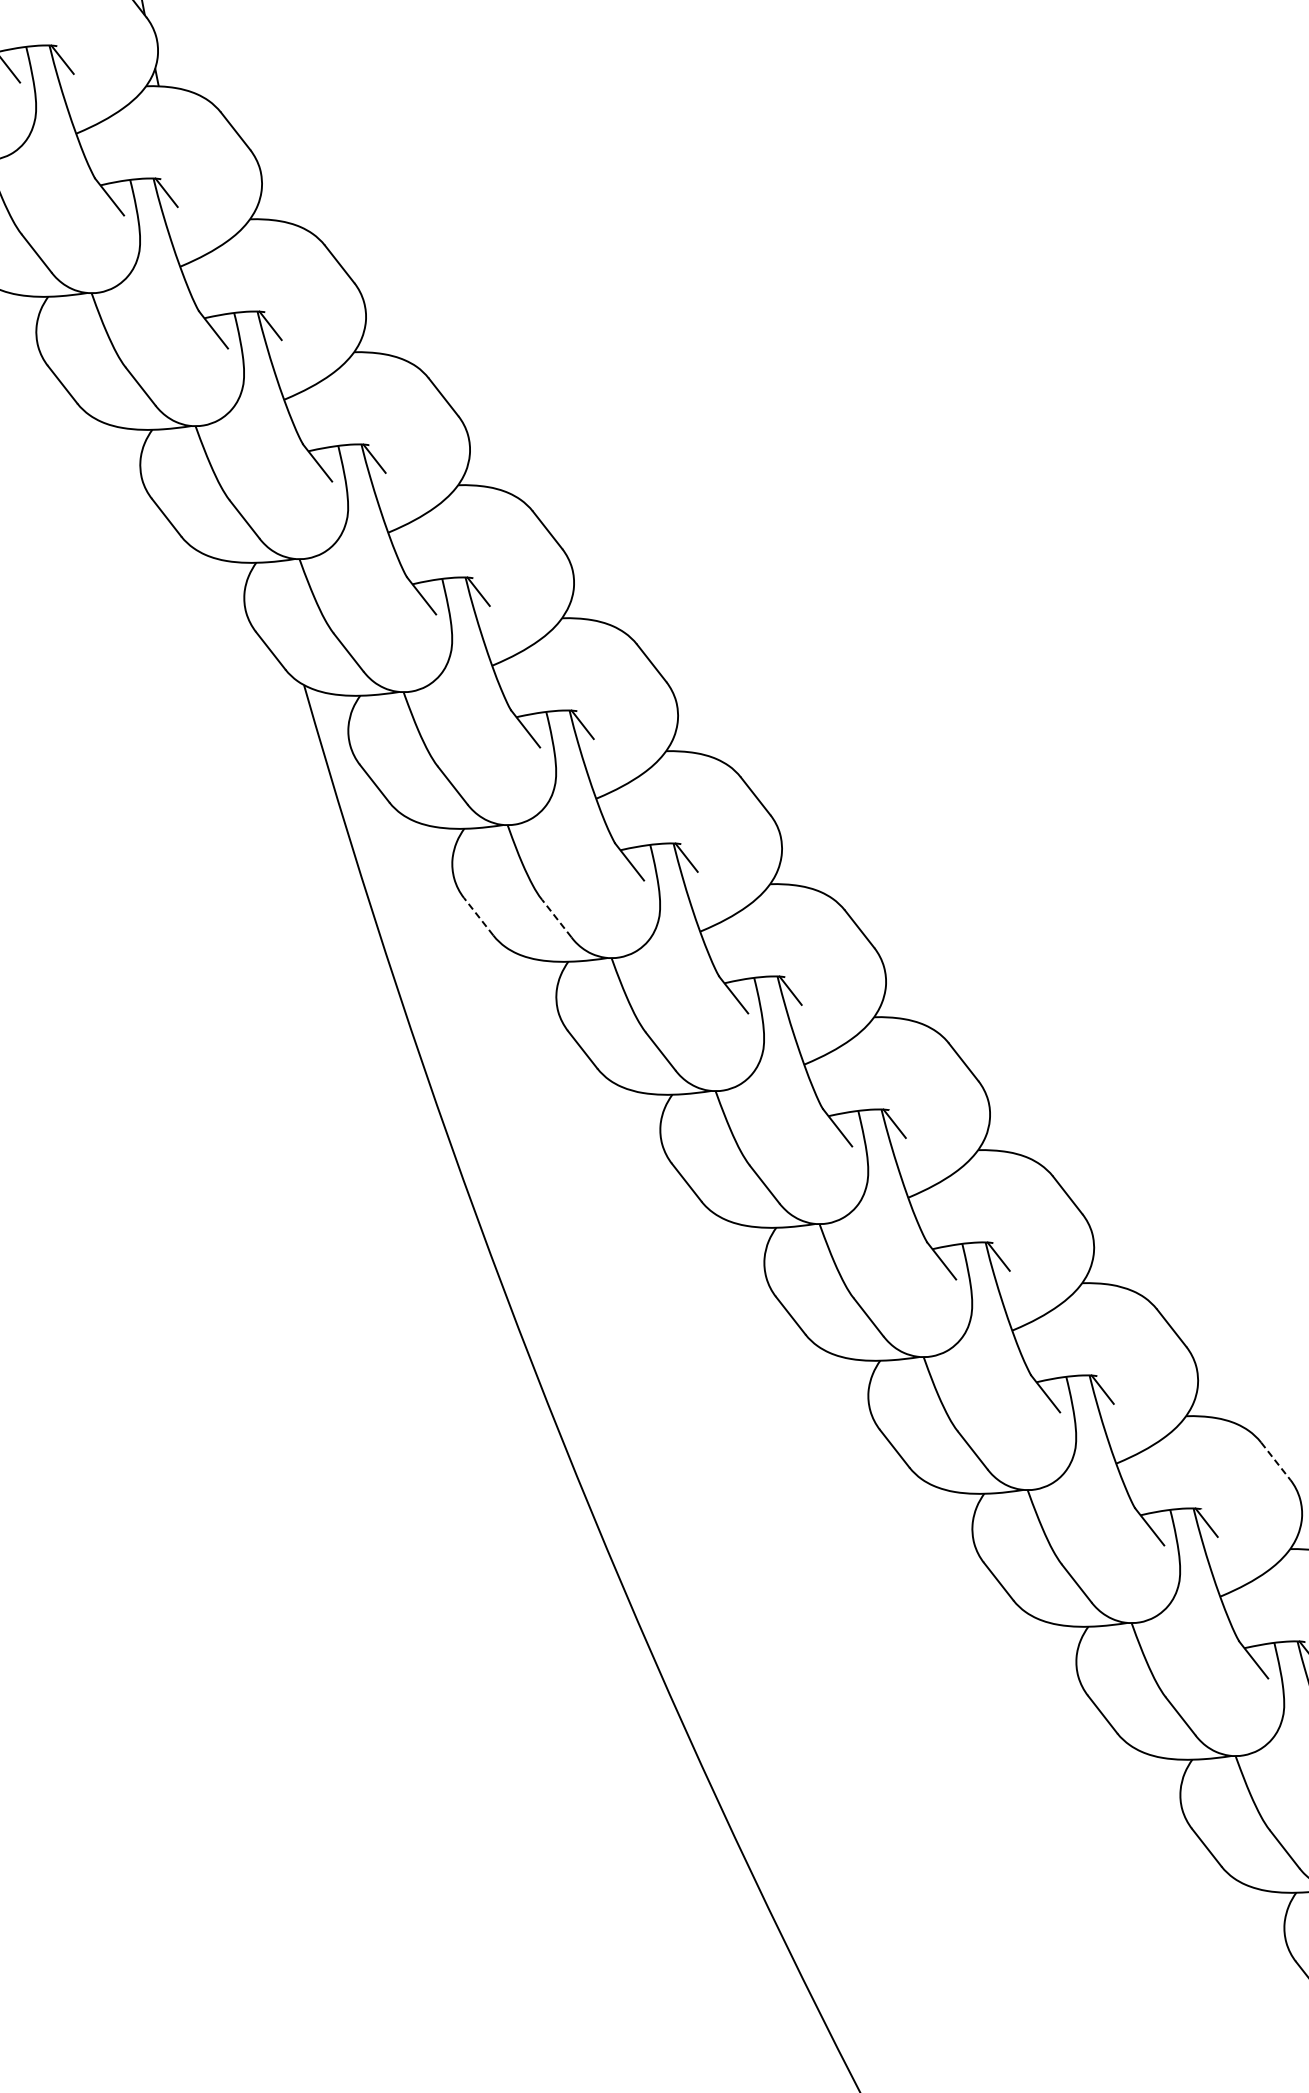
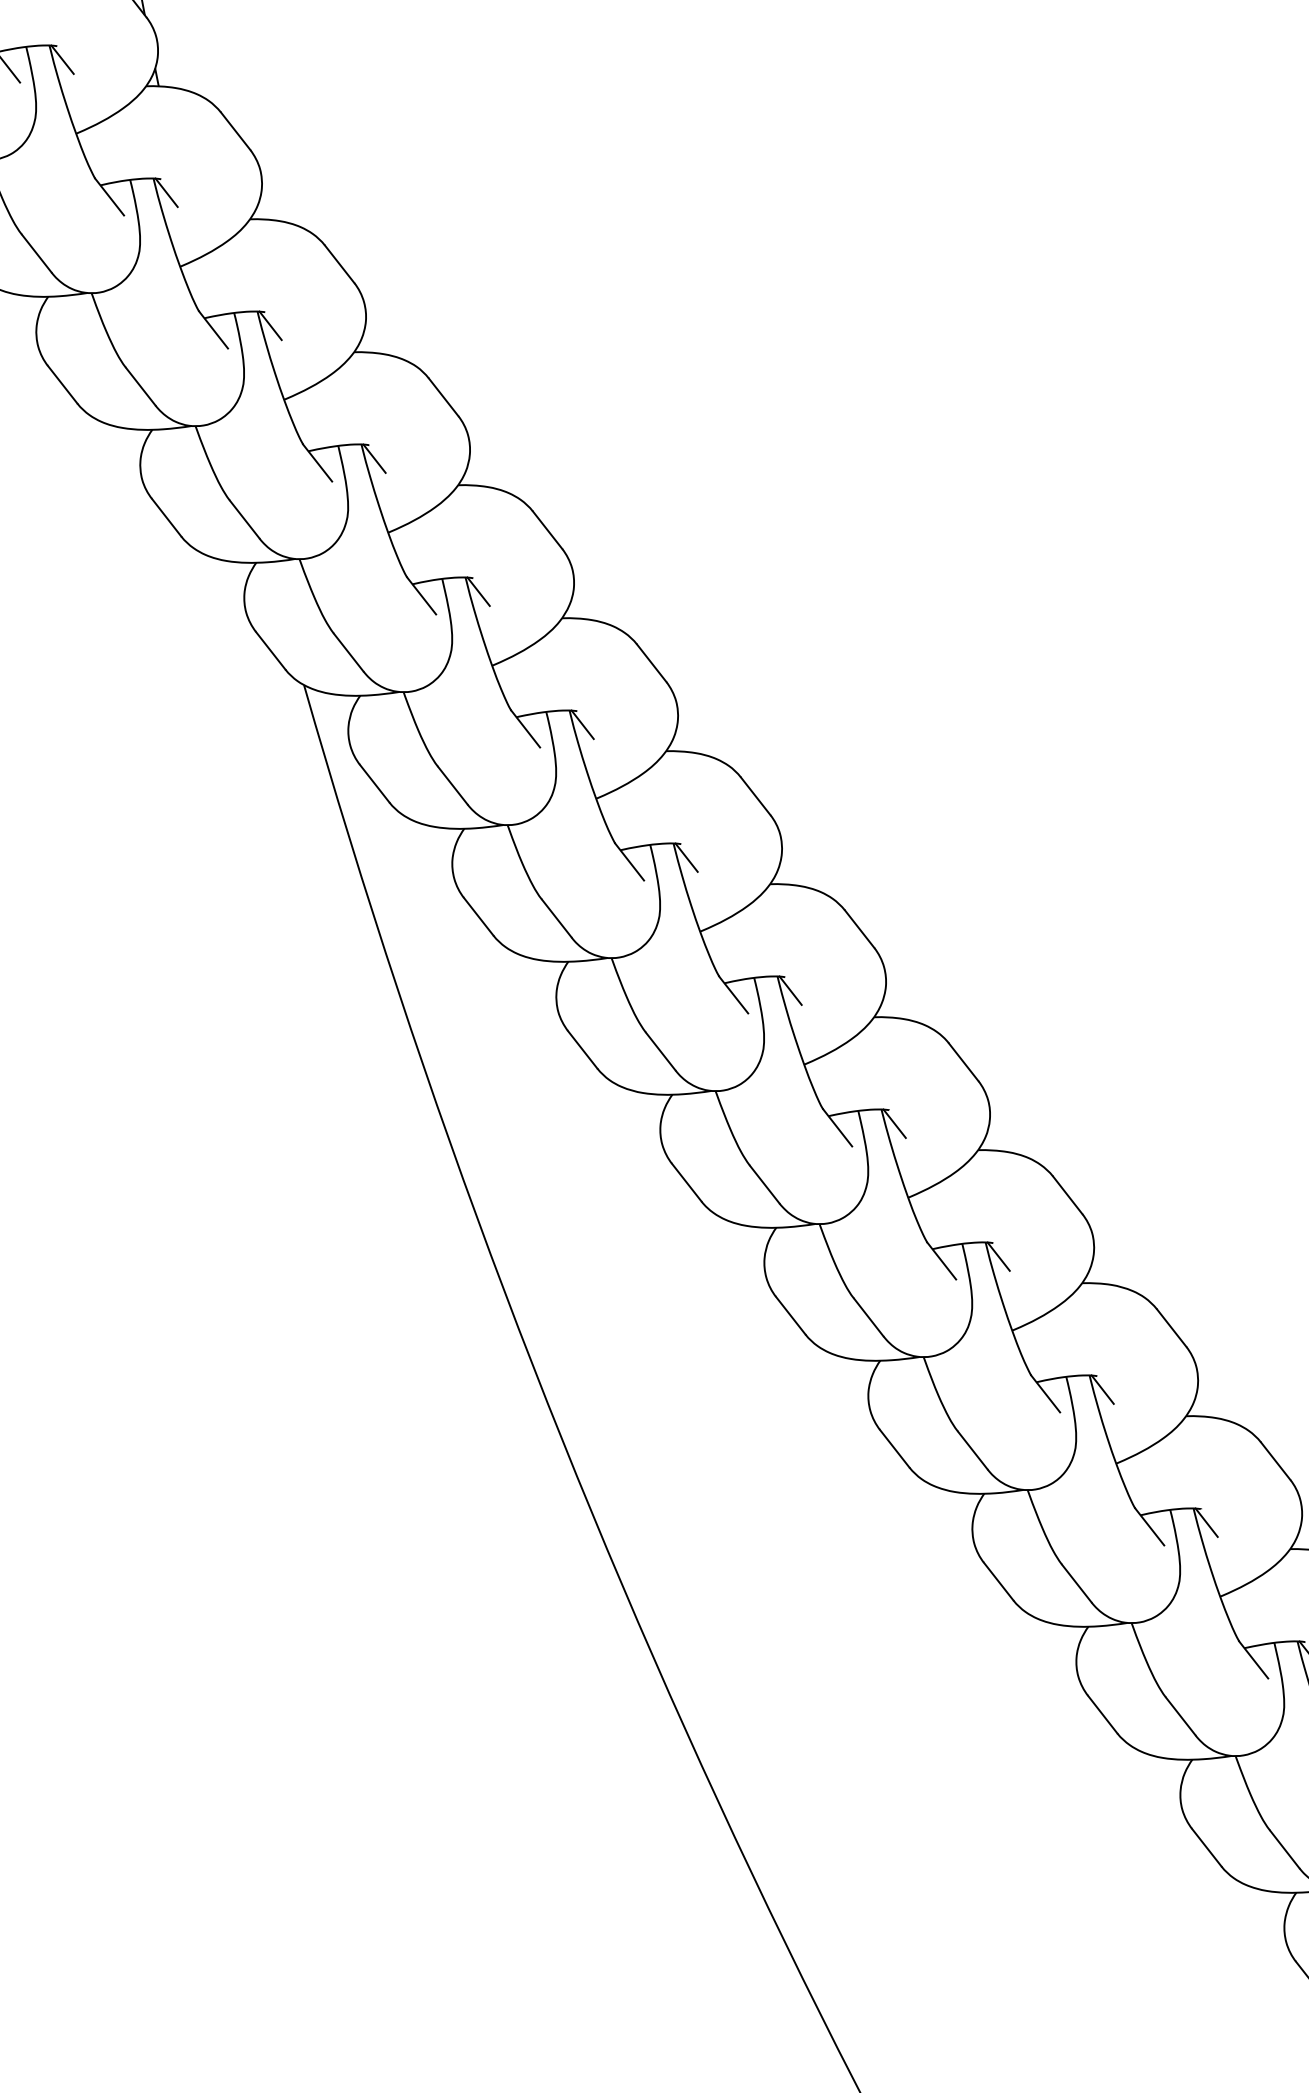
line at (478, 916): dashed -> solid
line at (556, 918): dashed -> solid
line at (1275, 1461): dashed -> solid
